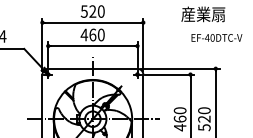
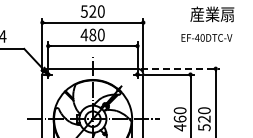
text at (203, 14) position: (203, 14) -> (212, 14)
text at (92, 34): 460 -> 480
text at (216, 37) position: (216, 37) -> (206, 37)
line at (181, 68): solid -> dashed
